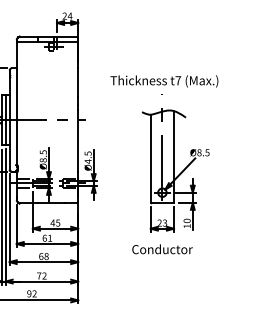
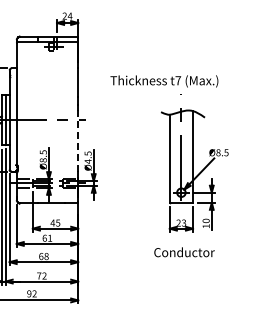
line at (77, 140): solid -> dashed
part at (175, 163) position: (175, 163) -> (194, 163)
text at (162, 249) position: (162, 249) -> (184, 252)
